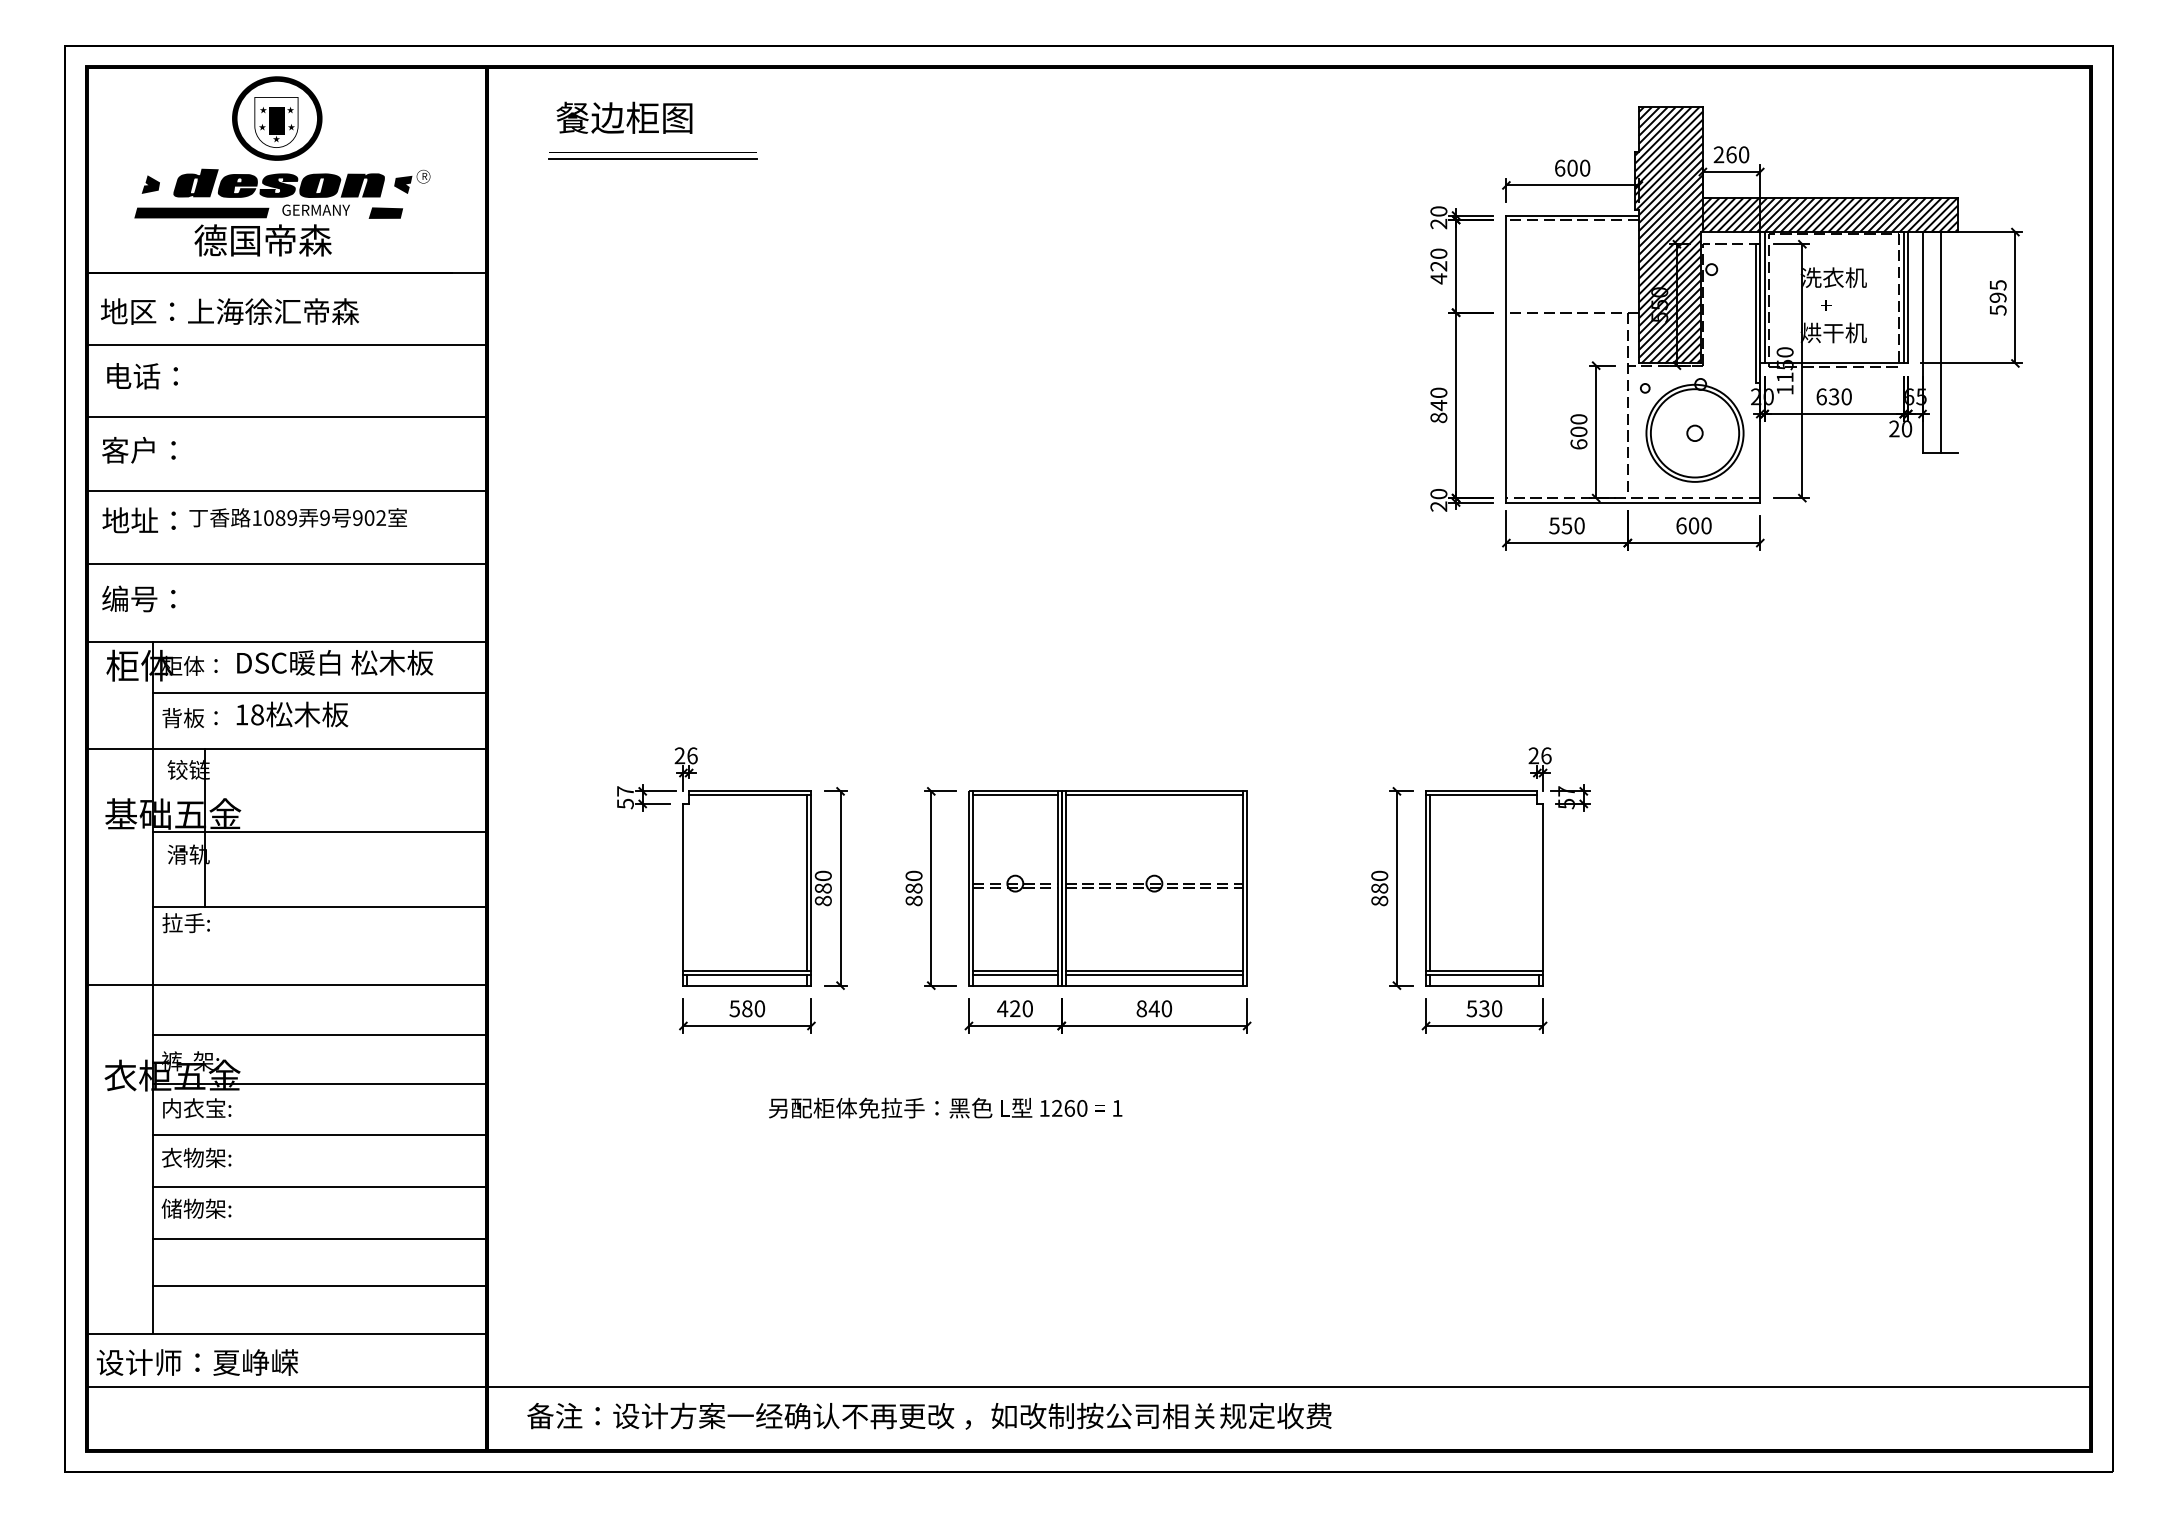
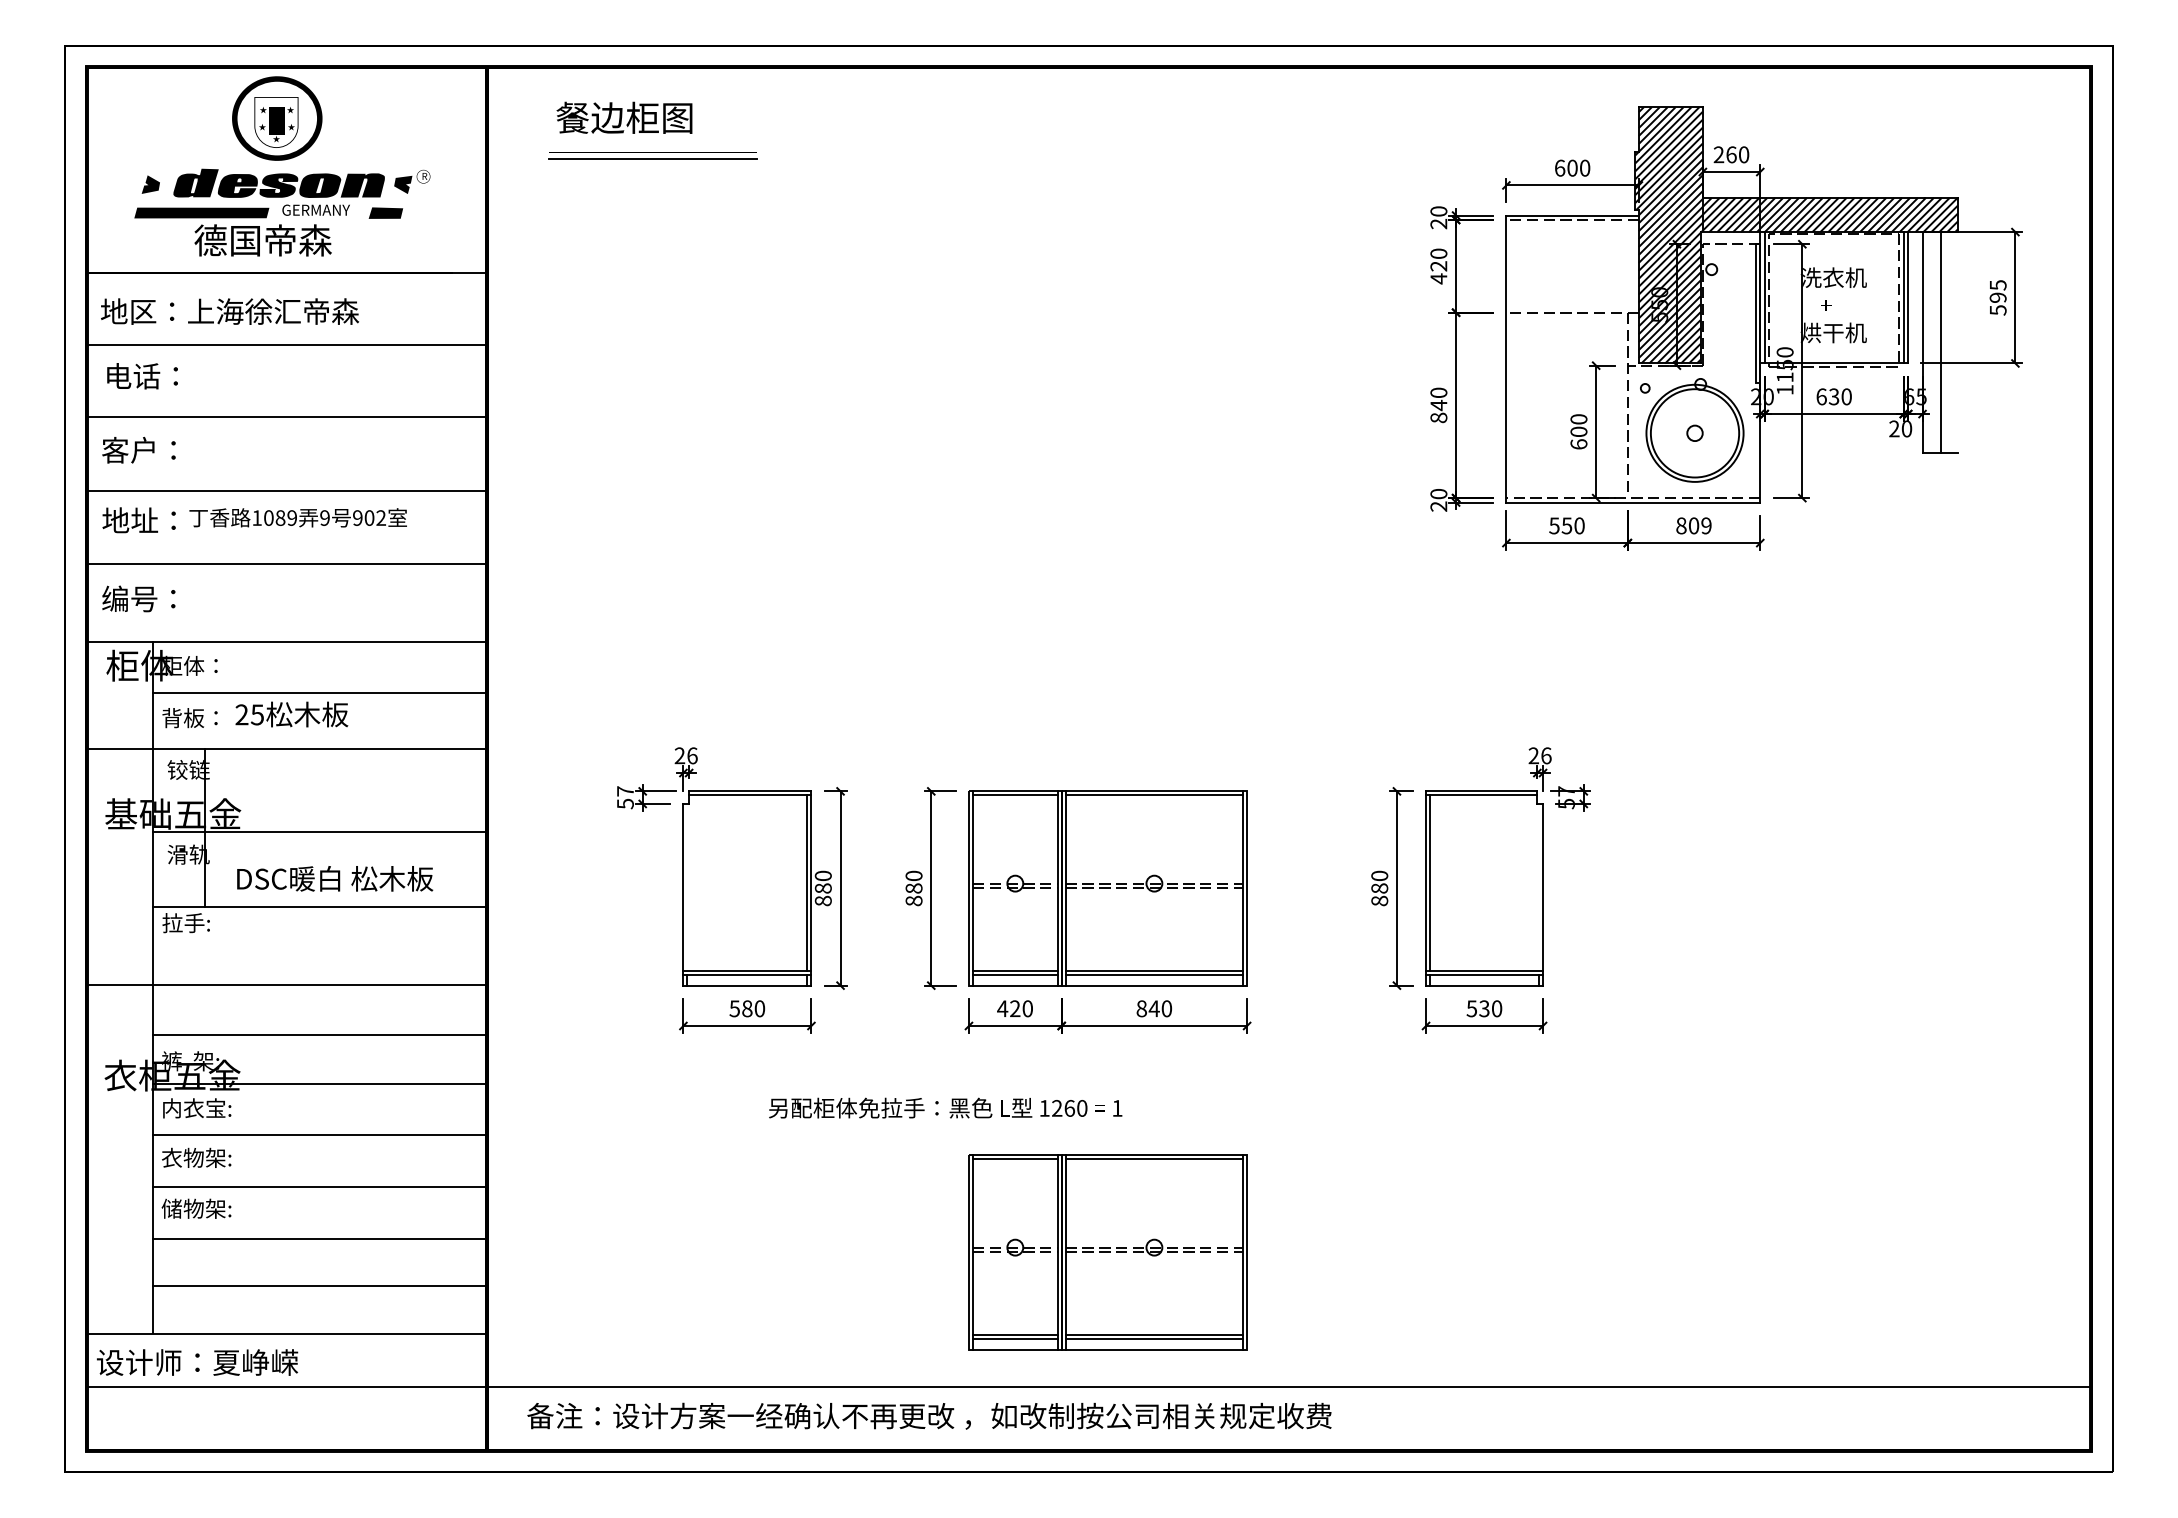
text at (1693, 525): 600 -> 809
text at (335, 662) position: (335, 662) -> (335, 878)
text at (249, 714): 18 -> 25
part at (1107, 1252): none -> present
